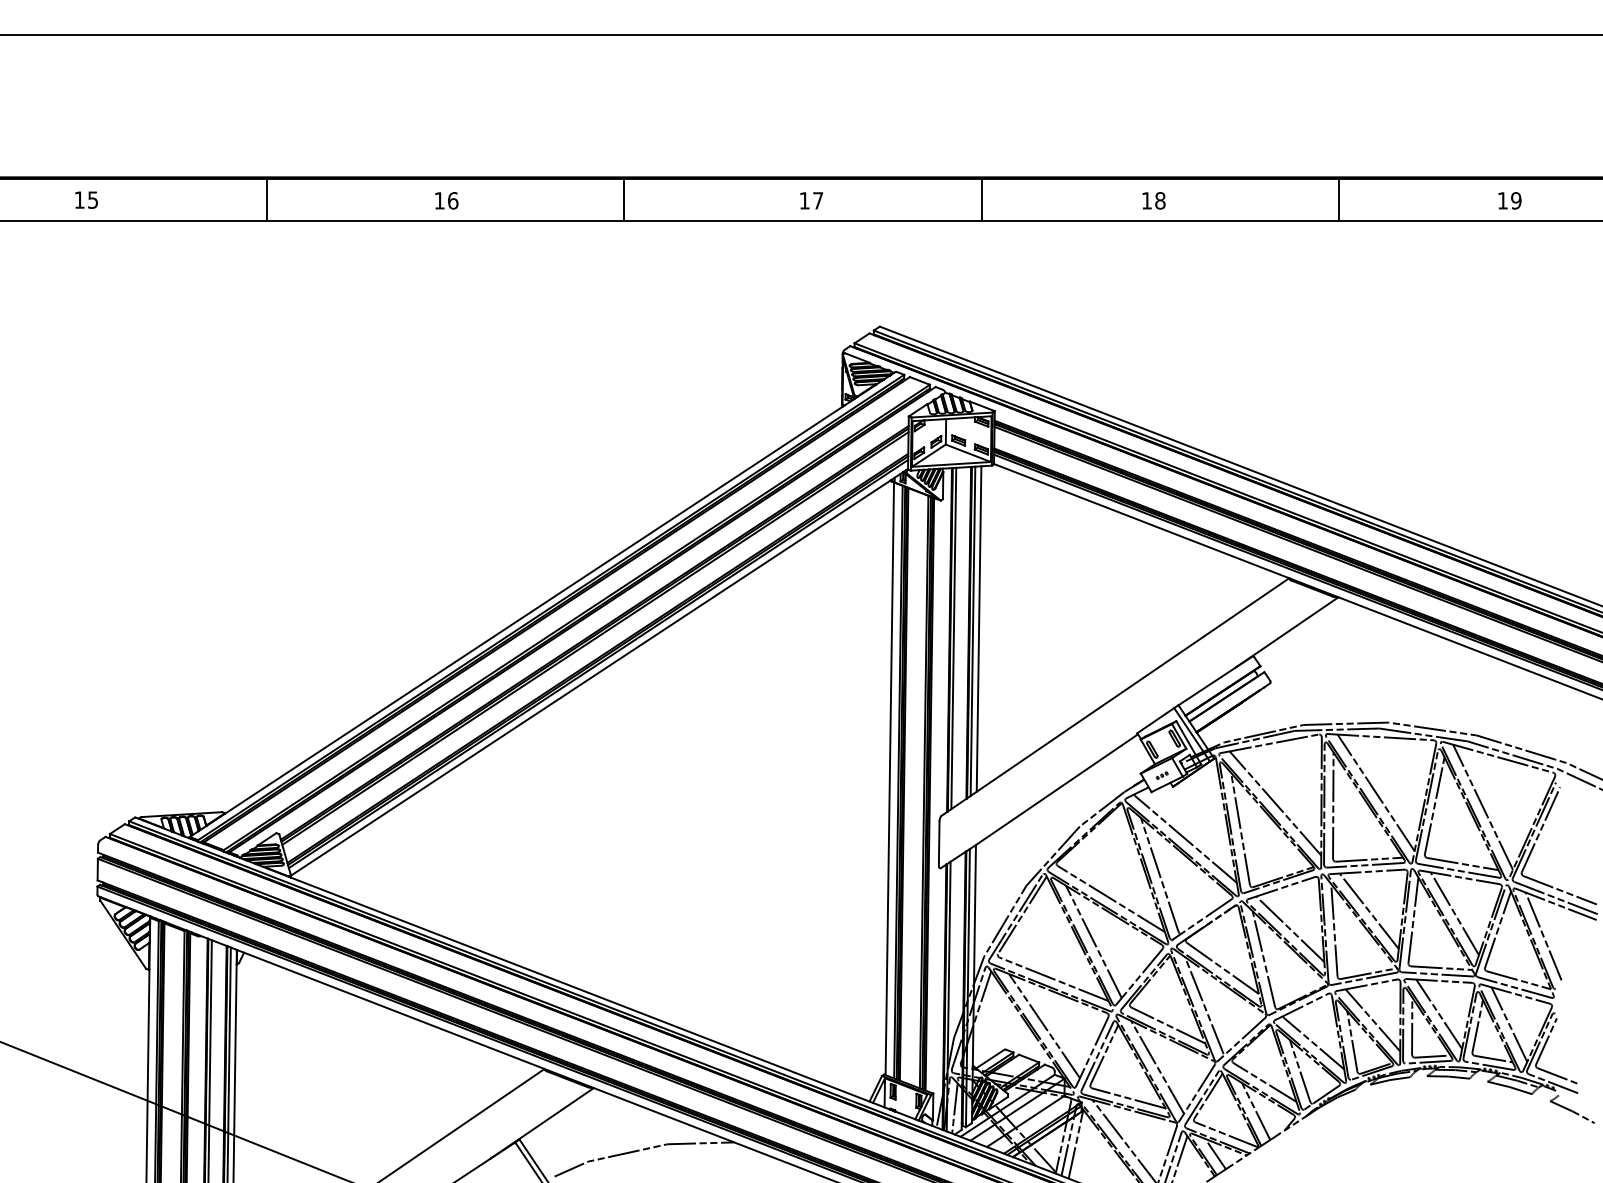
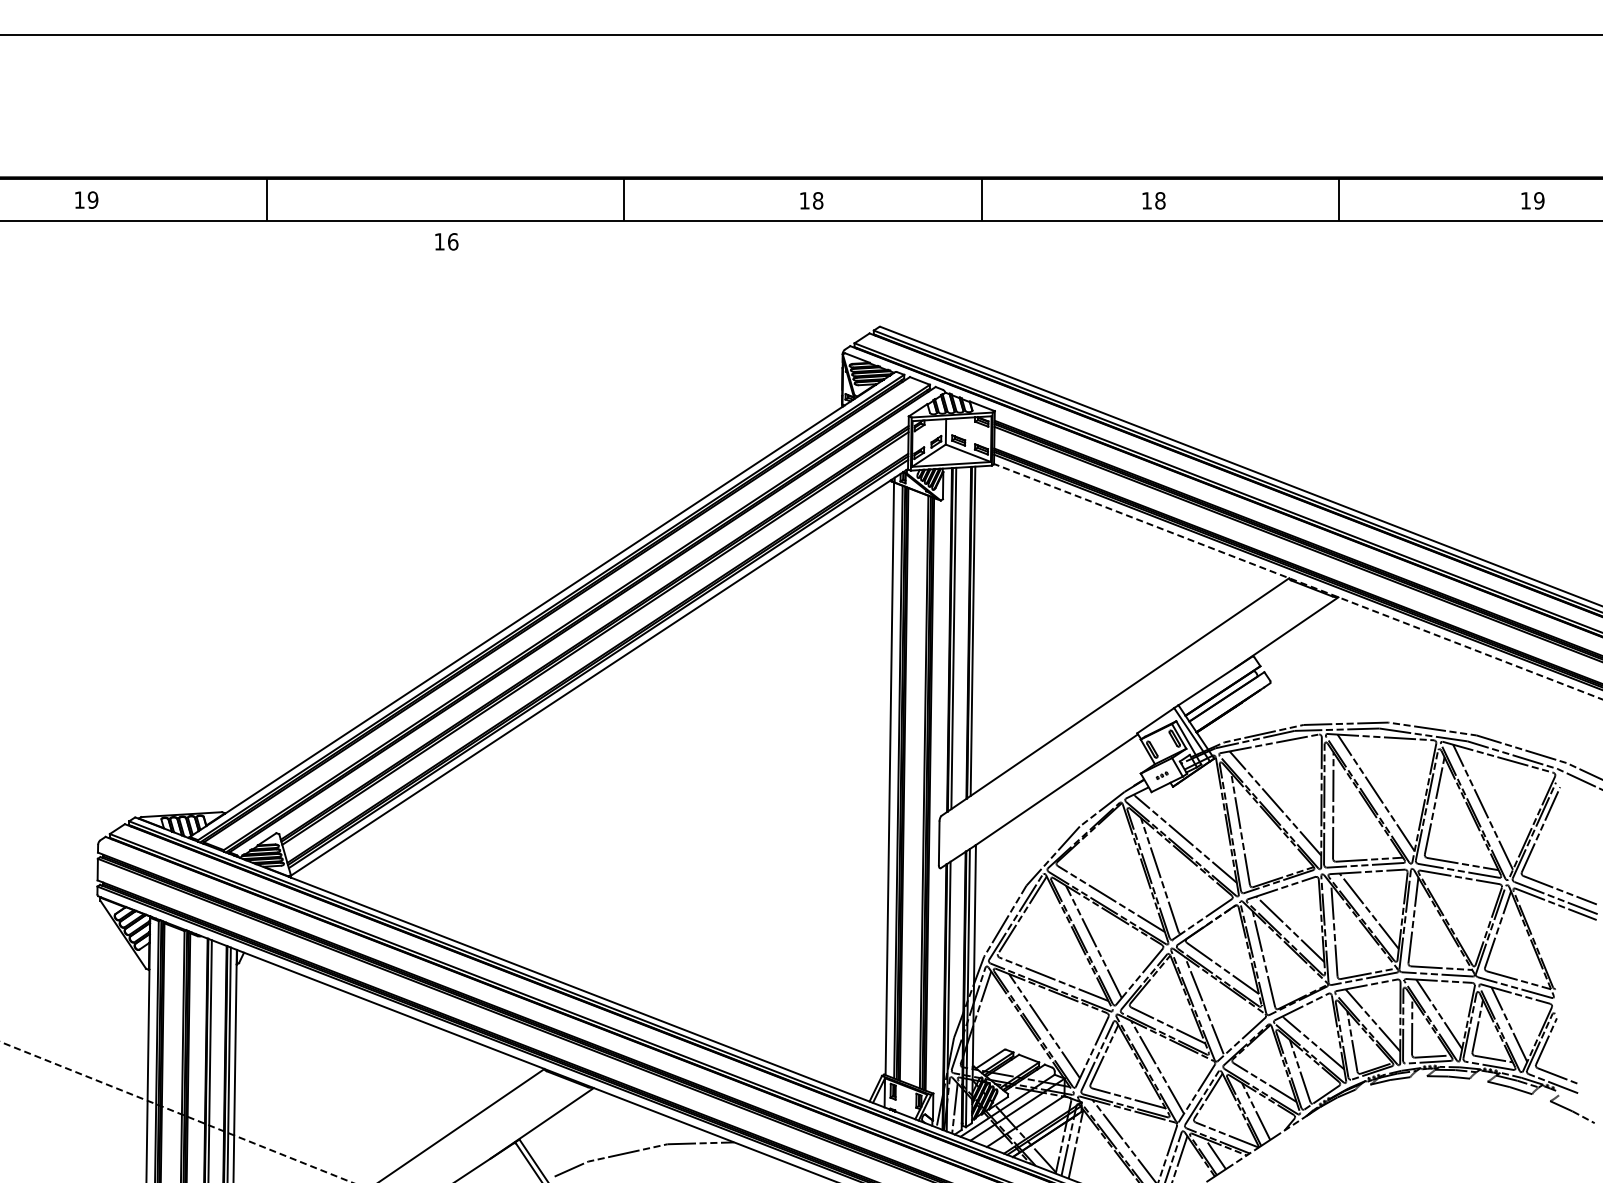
text at (92, 199): 15 -> 19
text at (446, 200) position: (446, 200) -> (446, 241)
text at (818, 200): 17 -> 18
text at (1509, 200) position: (1509, 200) -> (1532, 200)
line at (1298, 581): solid -> dashed
line at (978, 628): present -> none
line at (1454, 913): present -> none
line at (1543, 936): present -> none
line at (176, 1112): solid -> dashed
